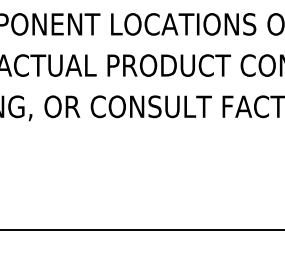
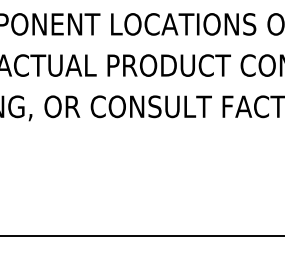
line at (141, 229) position: (141, 229) -> (141, 235)
